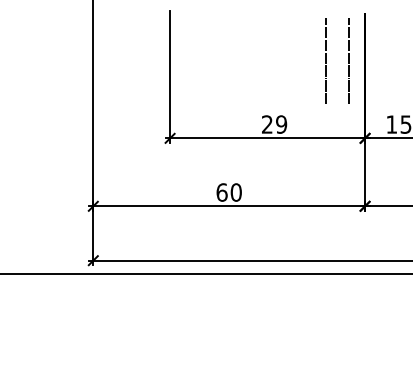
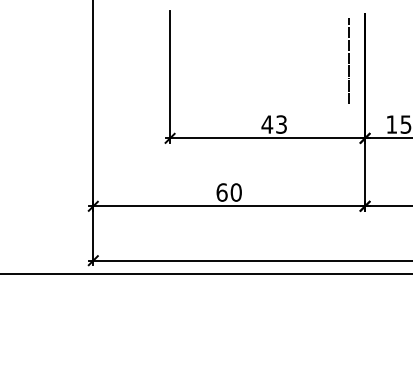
line at (325, 60): present -> none
text at (274, 124): 29 -> 43
